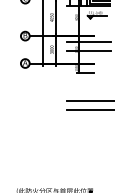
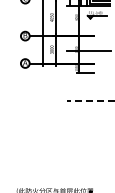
line at (88, 42): present -> none
line at (90, 100): solid -> dashed
line at (88, 109): present -> none
